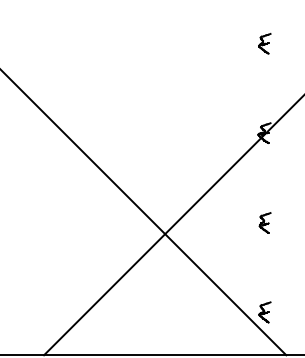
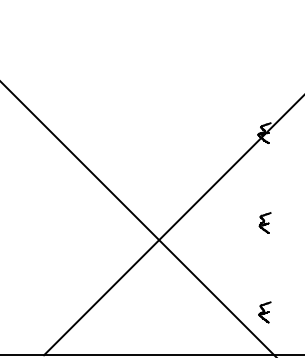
part at (264, 43): present -> none
line at (143, 212) position: (143, 212) -> (137, 218)
